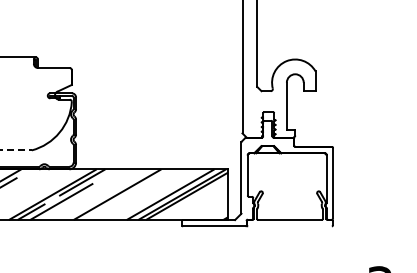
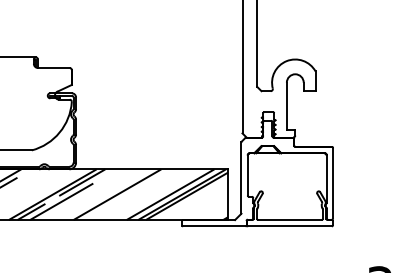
line at (16, 150): dashed -> solid
line at (289, 226): none -> present
